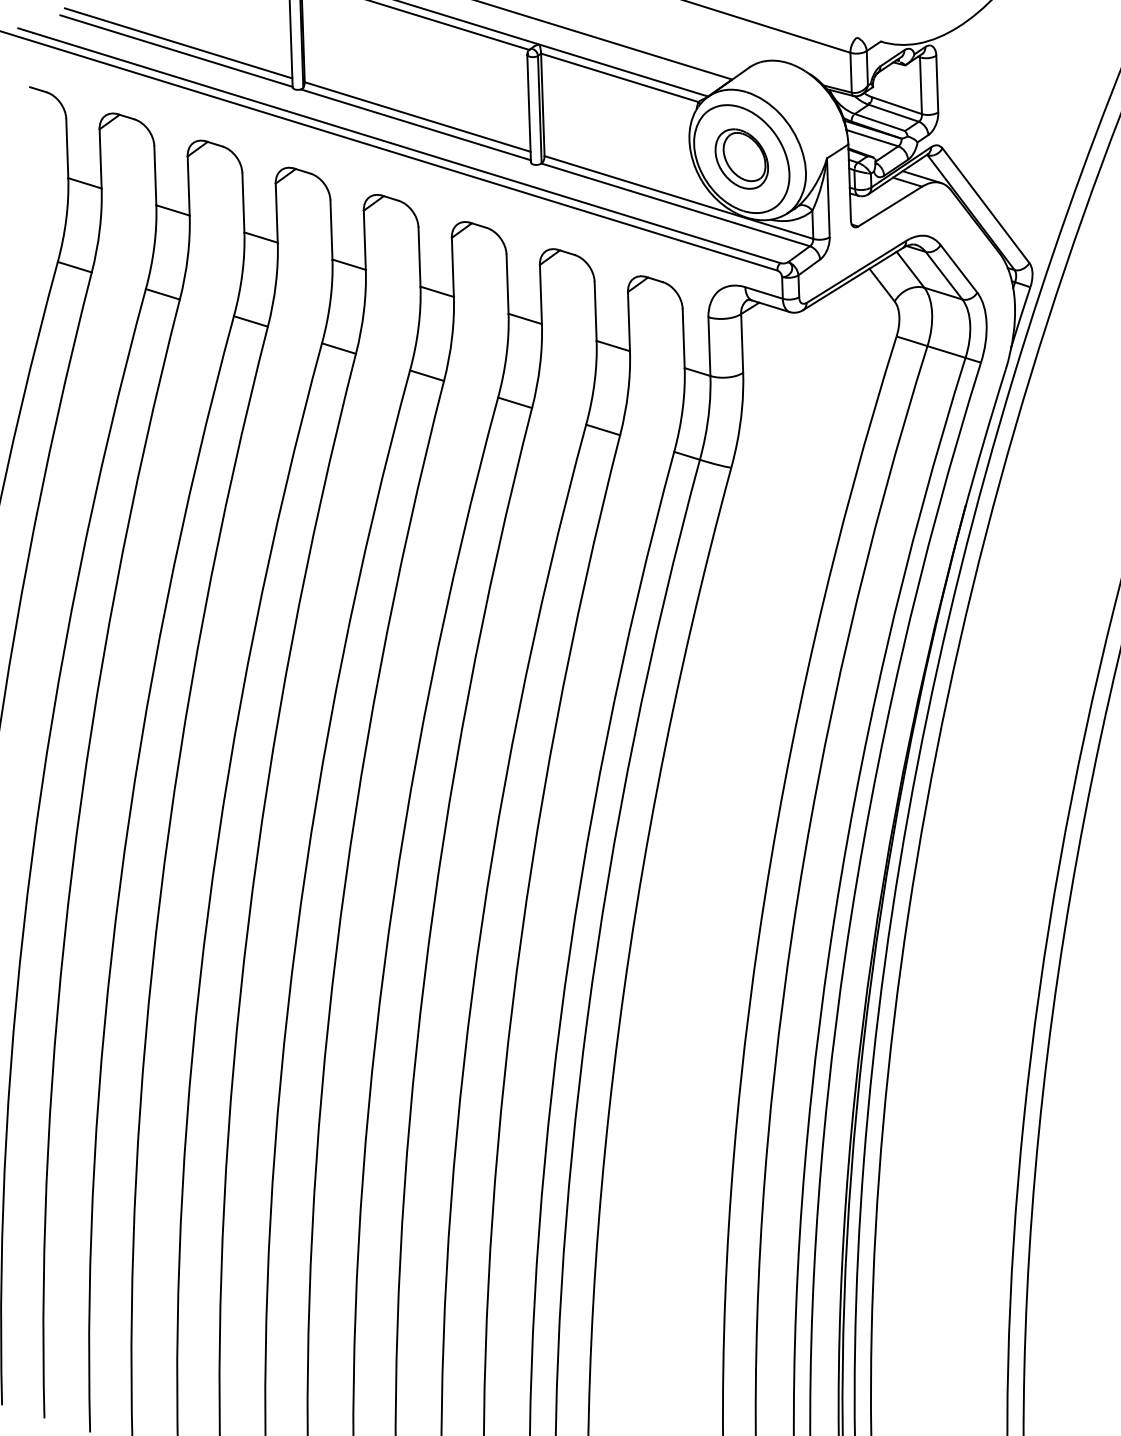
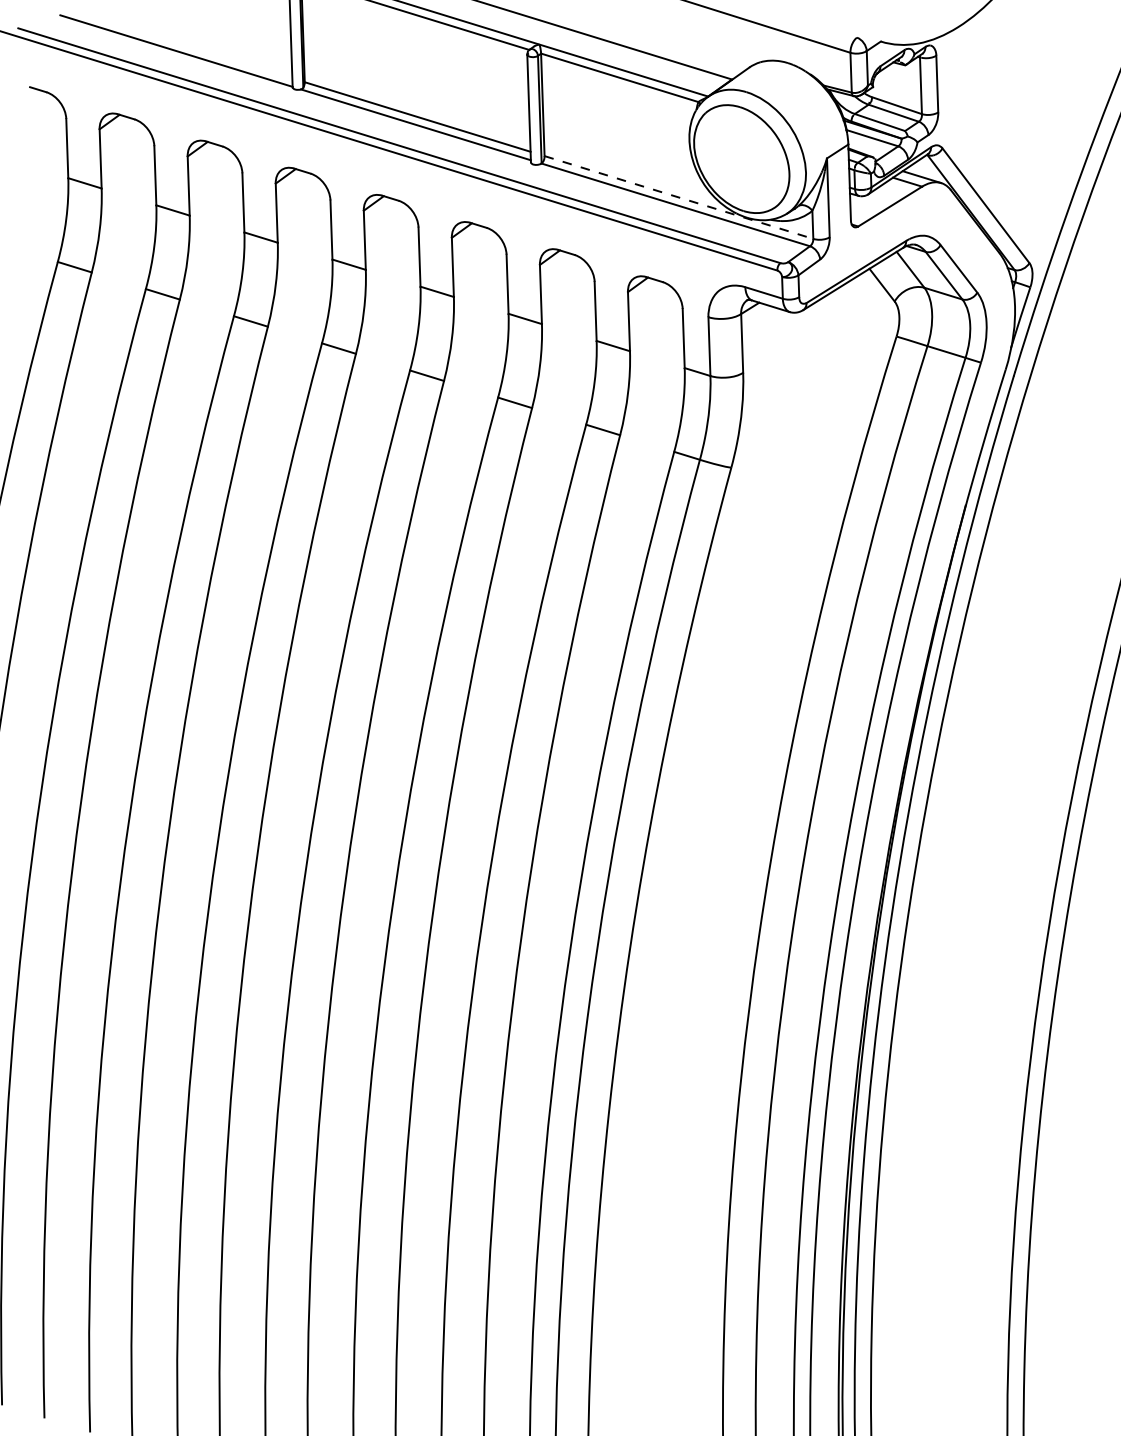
line at (178, 43): present -> none
part at (741, 158): present -> none
line at (678, 197): solid -> dashed
